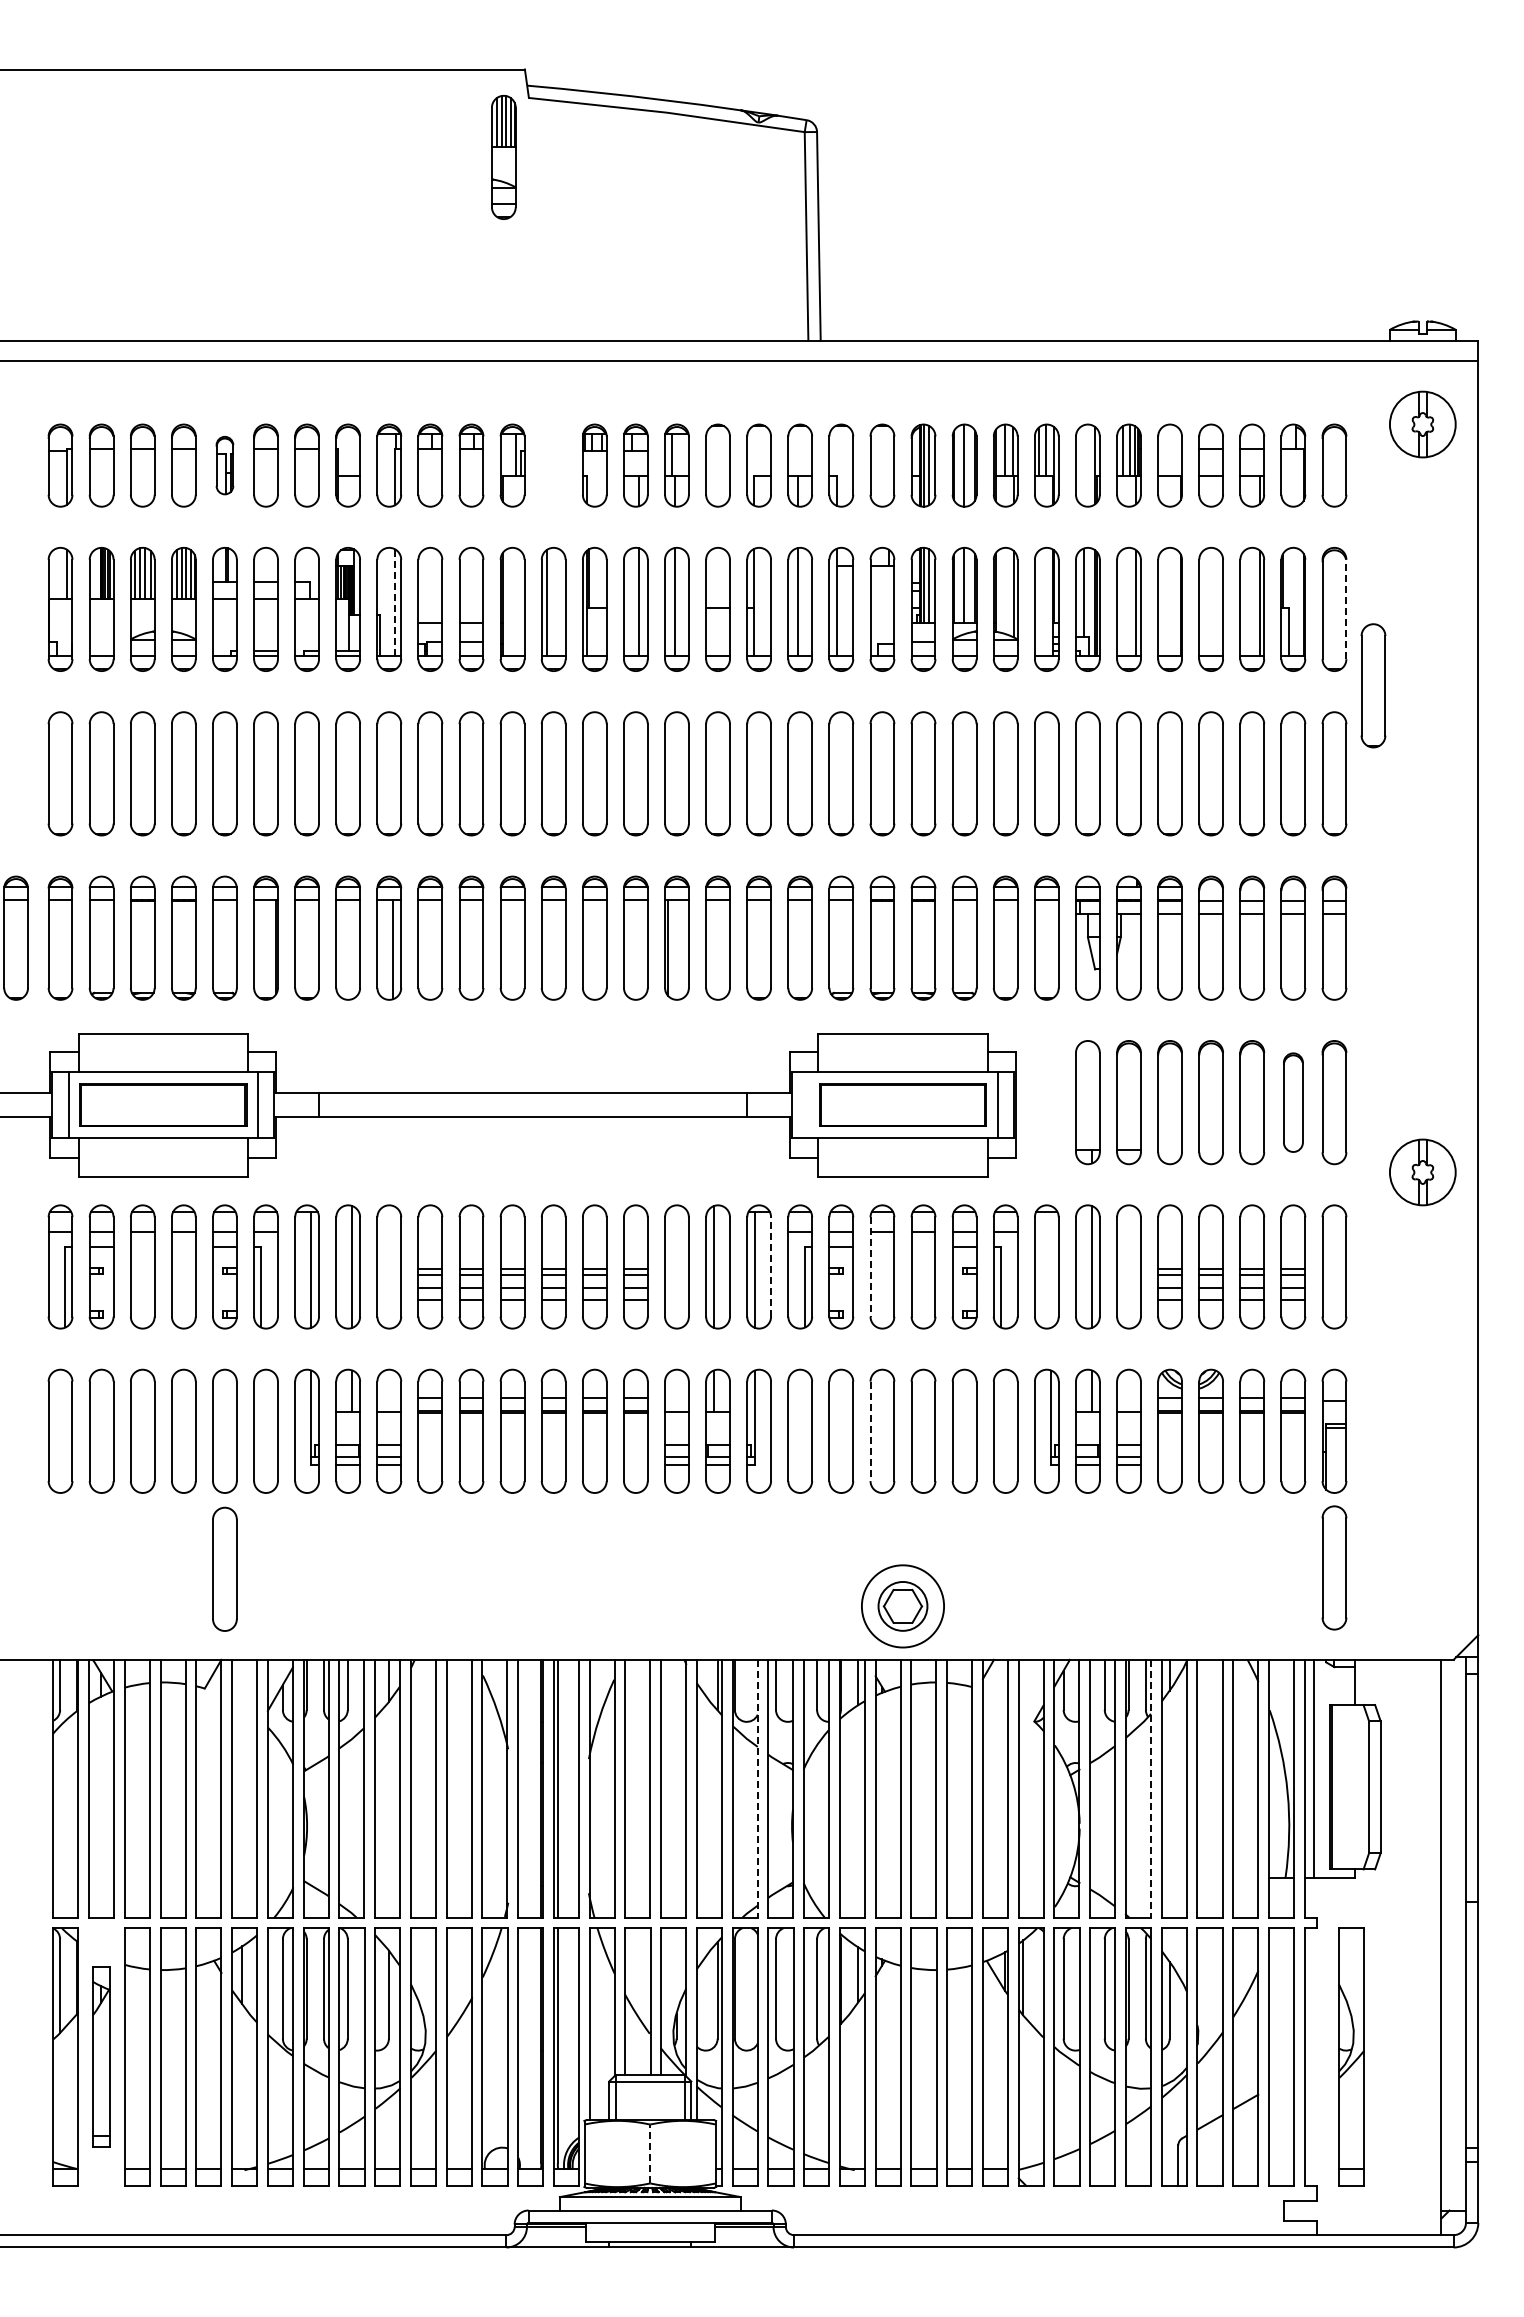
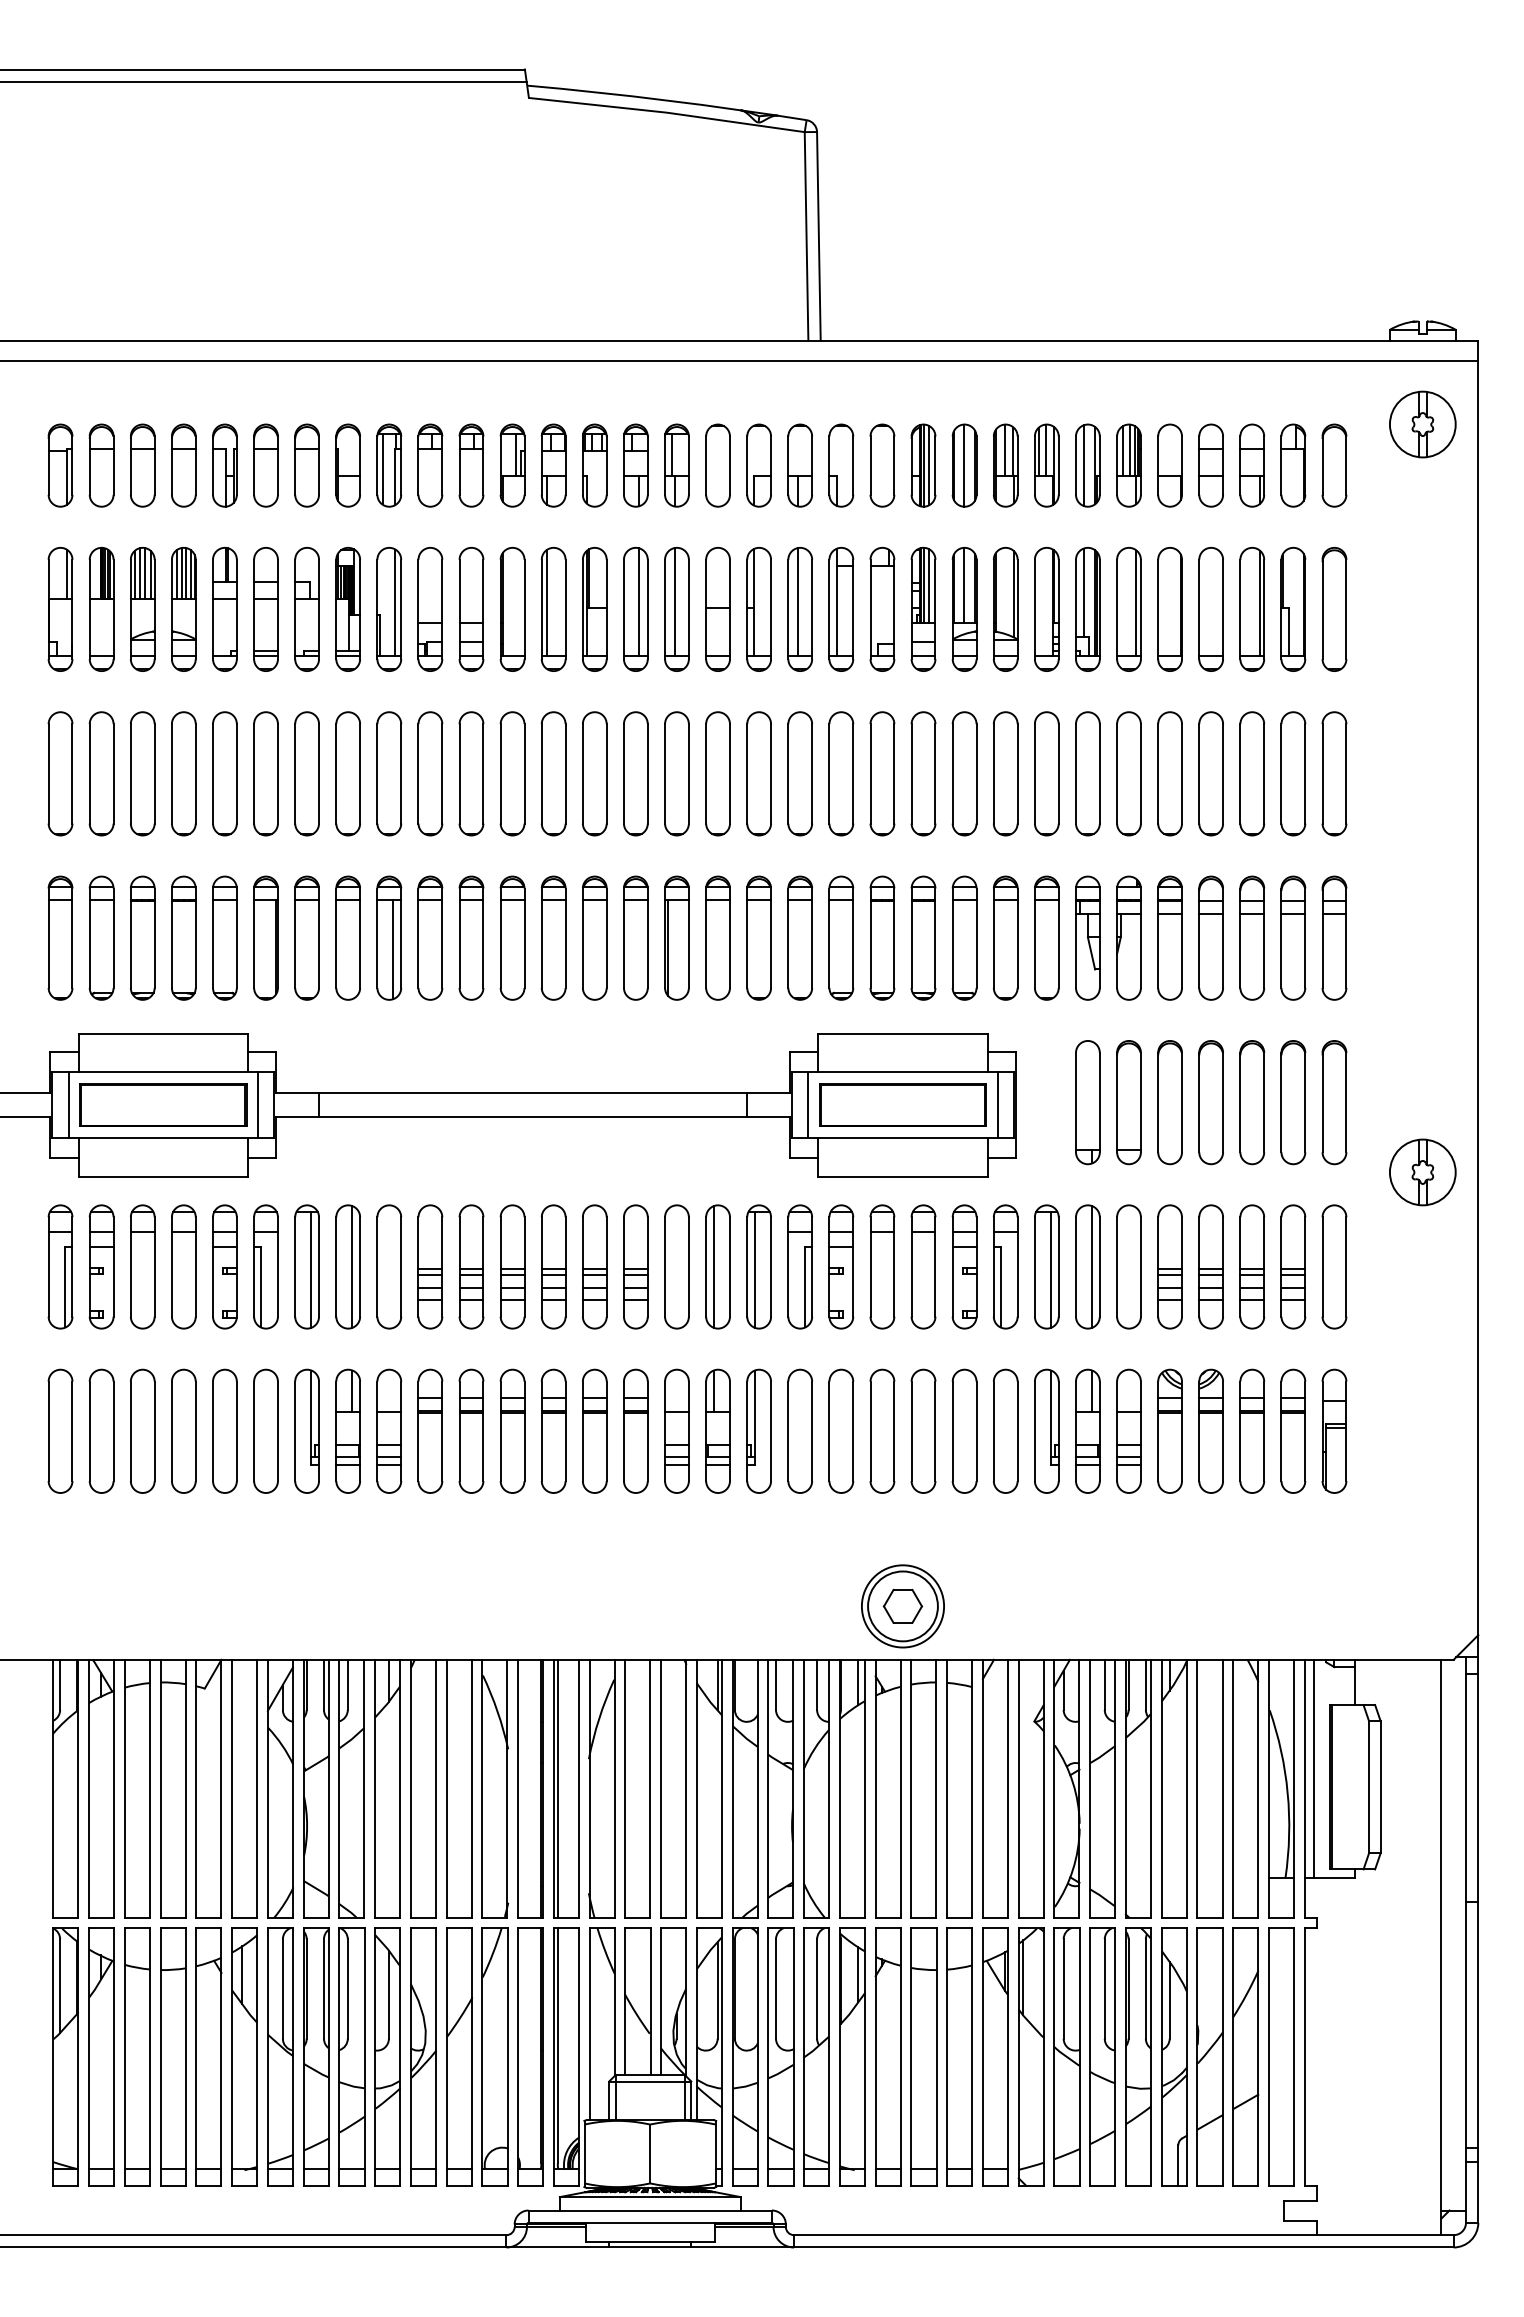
line at (264, 81): none -> present
part at (503, 157): present -> none
part at (224, 465) size: 20x60 px -> 26x85 px
part at (553, 465): none -> present
line at (1084, 465): none -> present
line at (382, 469): none -> present
line at (395, 603): dashed -> solid
line at (1346, 609): dashed -> solid
part at (1373, 685): present -> none
part at (15, 937): present -> none
part at (1293, 1102) size: 21x101 px -> 27x126 px
line at (808, 1104): none -> present
line at (771, 1266): dashed -> solid
line at (870, 1266): dashed -> solid
line at (1050, 1269): none -> present
line at (870, 1431): dashed -> solid
part at (1334, 1567): present -> none
part at (224, 1568): present -> none
circle at (902, 1605) diameter: 49 px -> 70 px
line at (757, 1788): dashed -> solid
line at (1150, 1788): dashed -> solid
part at (101, 2056) size: 19x182 px -> 27x260 px
part at (1351, 2056): present -> none
line at (650, 2153): dashed -> solid
